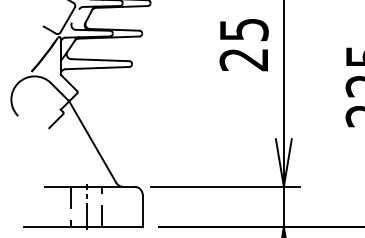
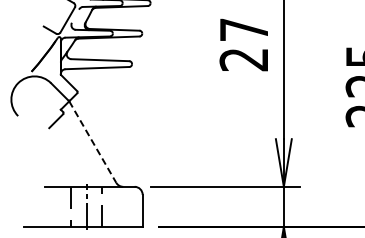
text at (244, 29): 25 -> 27
line at (93, 142): solid -> dashed
